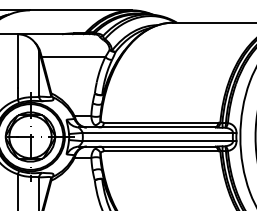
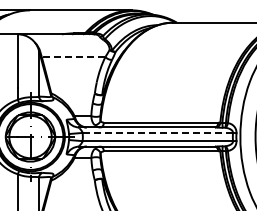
line at (73, 56): solid -> dashed
line at (157, 132): solid -> dashed
